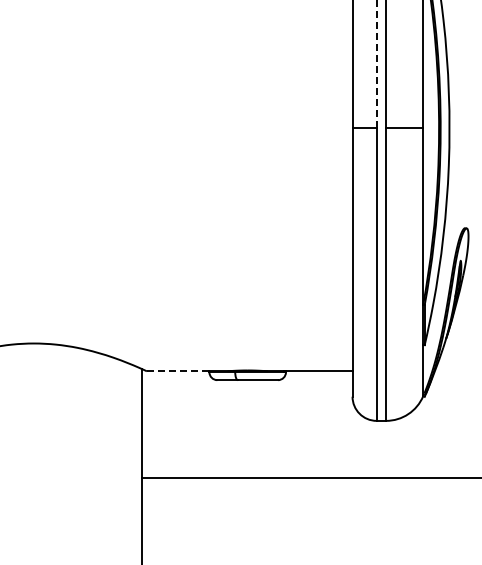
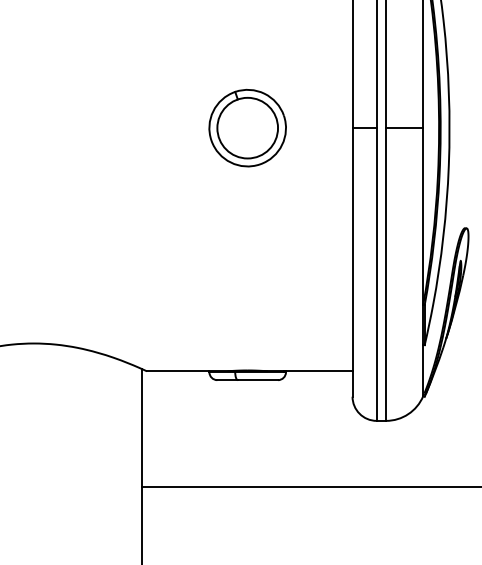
line at (376, 64): dashed -> solid
part at (247, 127): none -> present
line at (178, 371): dashed -> solid
line at (310, 477) position: (310, 477) -> (310, 486)
